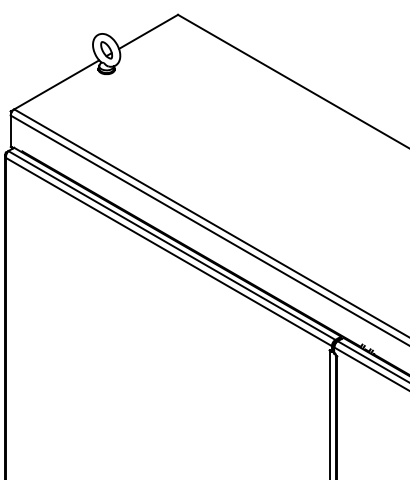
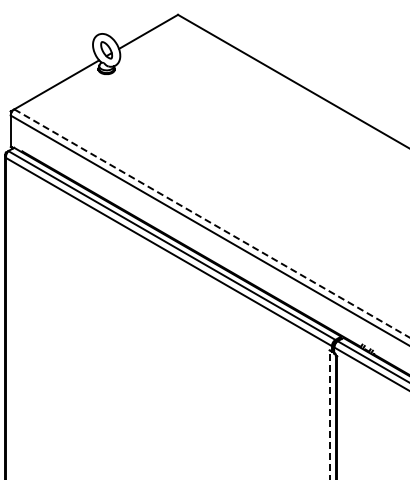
line at (212, 223): solid -> dashed
line at (329, 414): solid -> dashed
